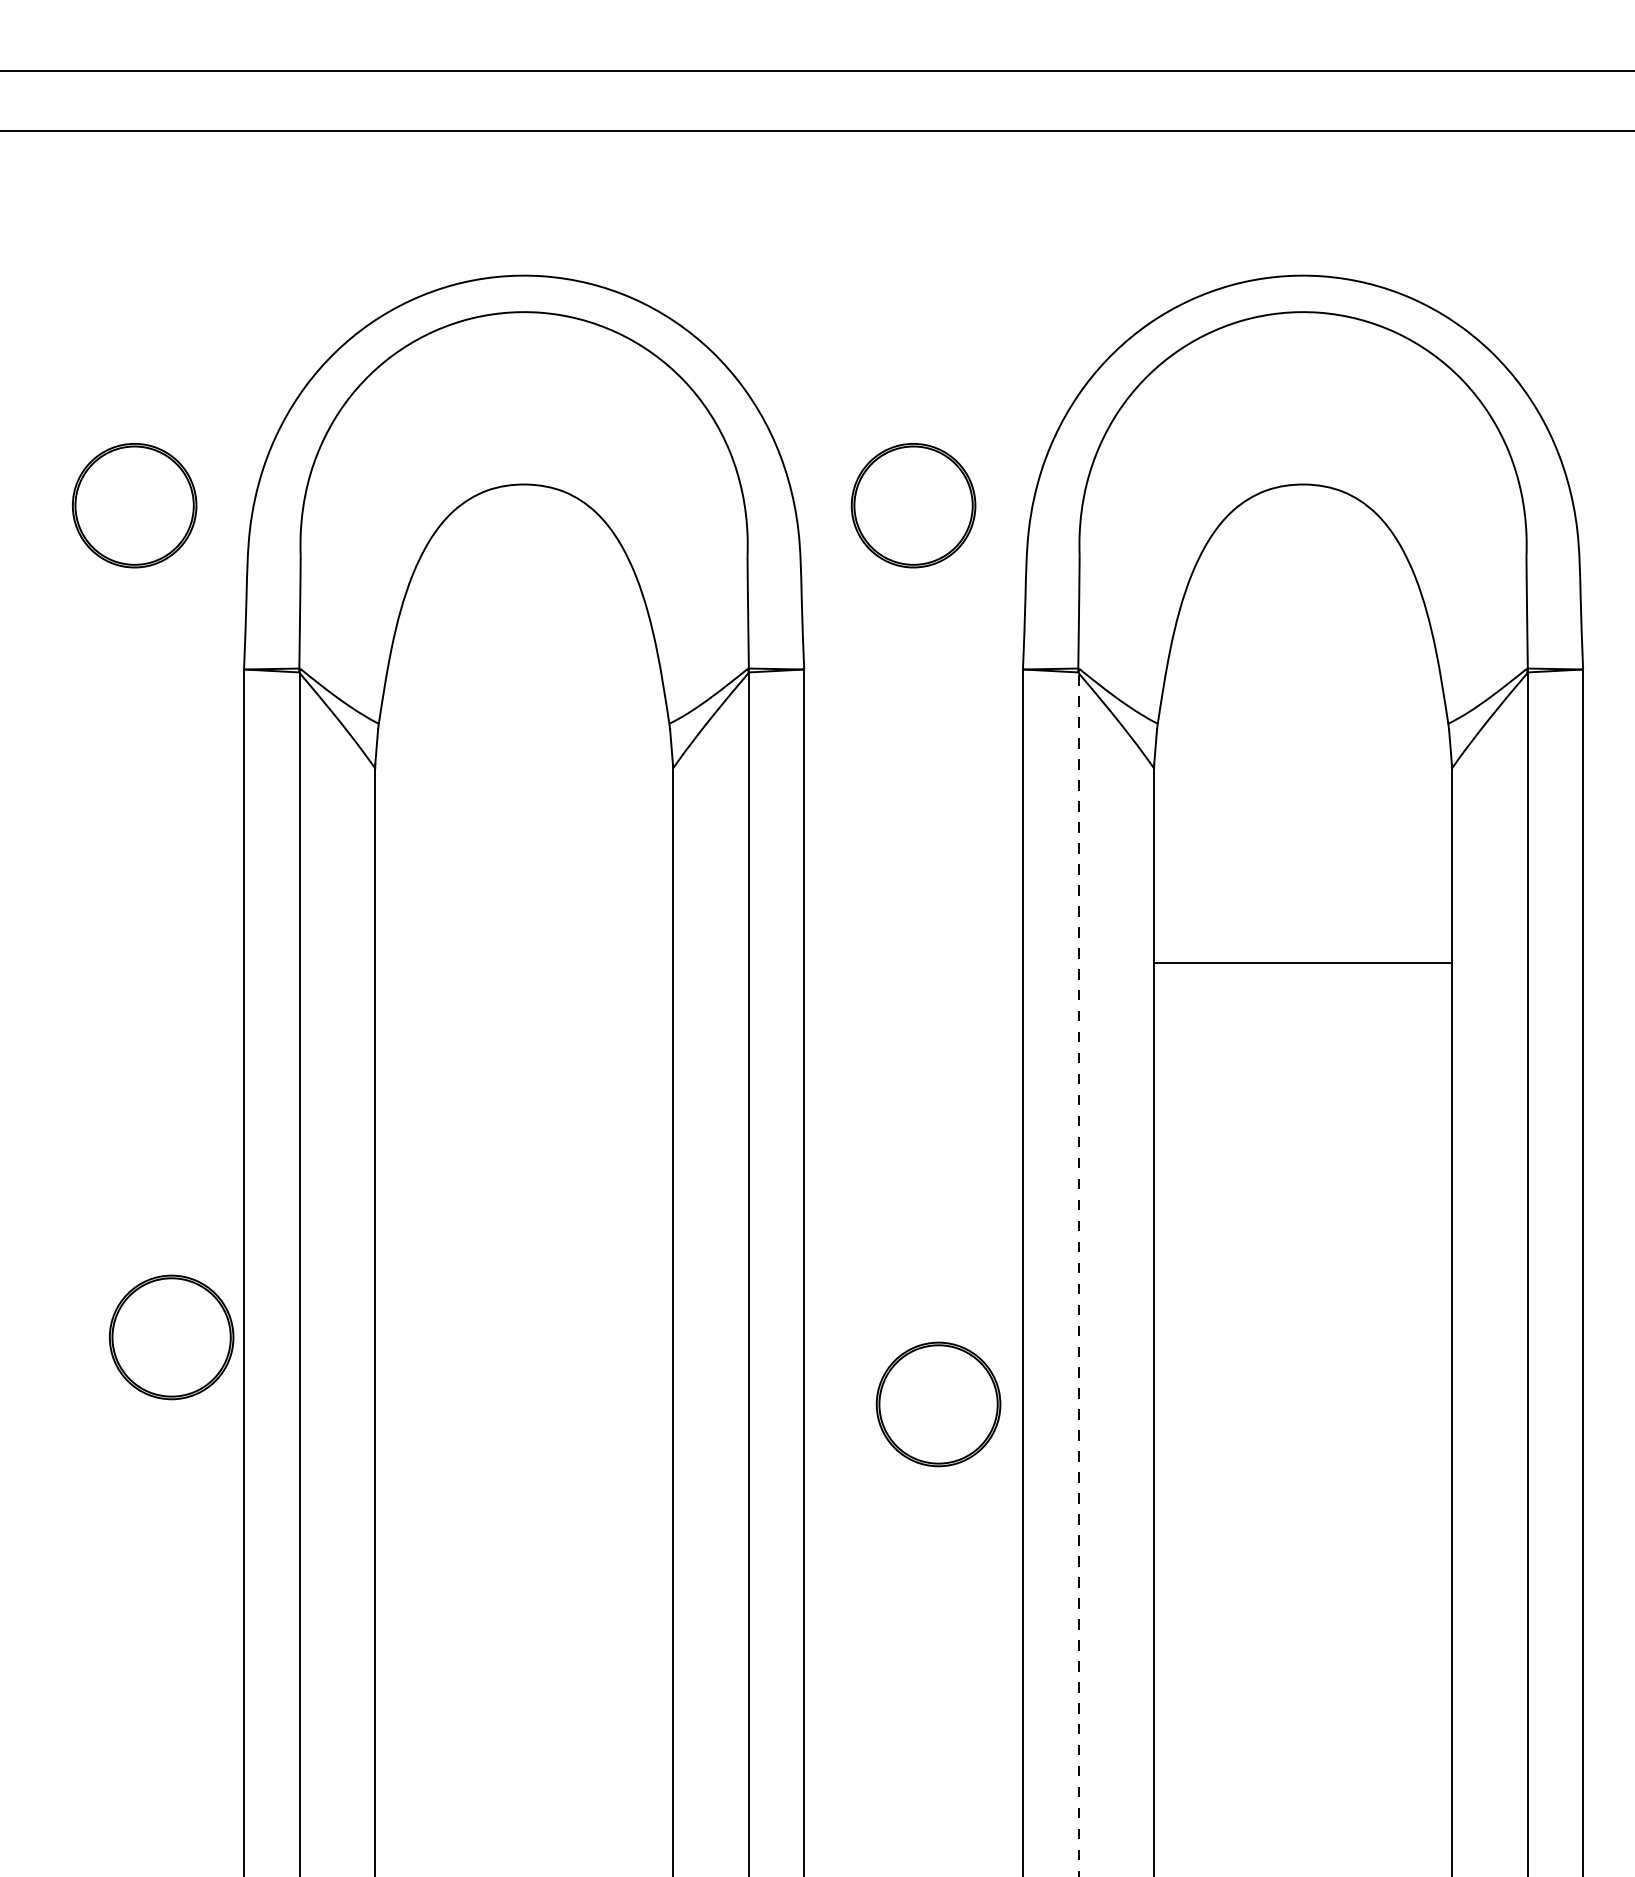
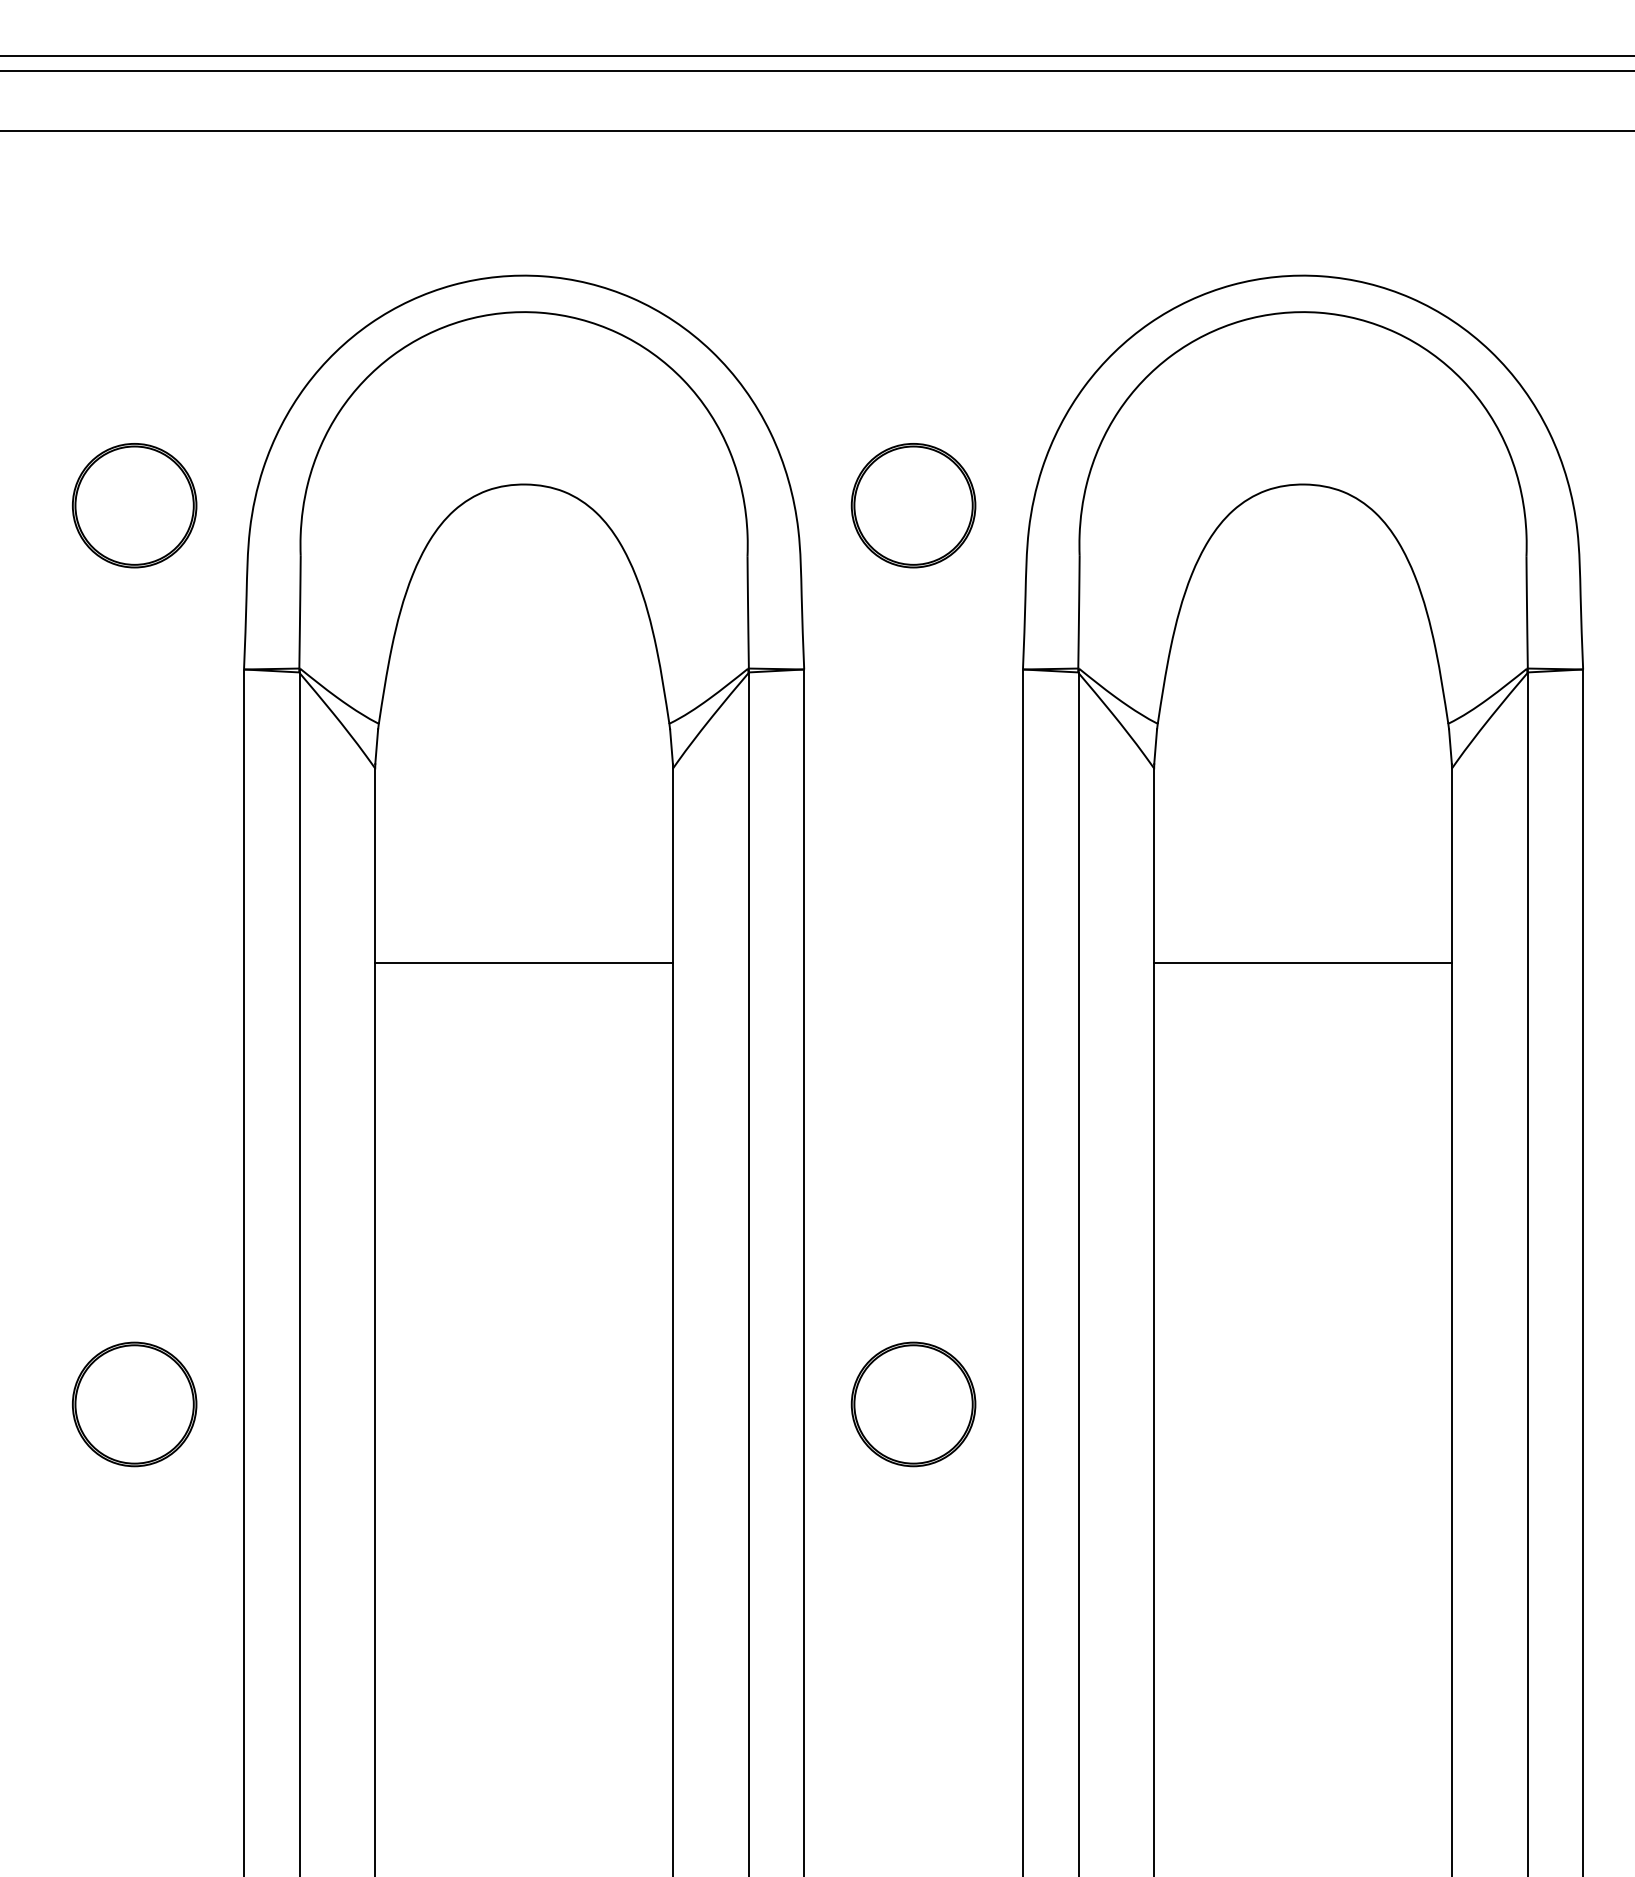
line at (816, 56): none -> present
line at (524, 962): none -> present
line at (1078, 1274): dashed -> solid
part at (171, 1337) position: (171, 1337) -> (134, 1404)
part at (938, 1404) position: (938, 1404) -> (913, 1404)
